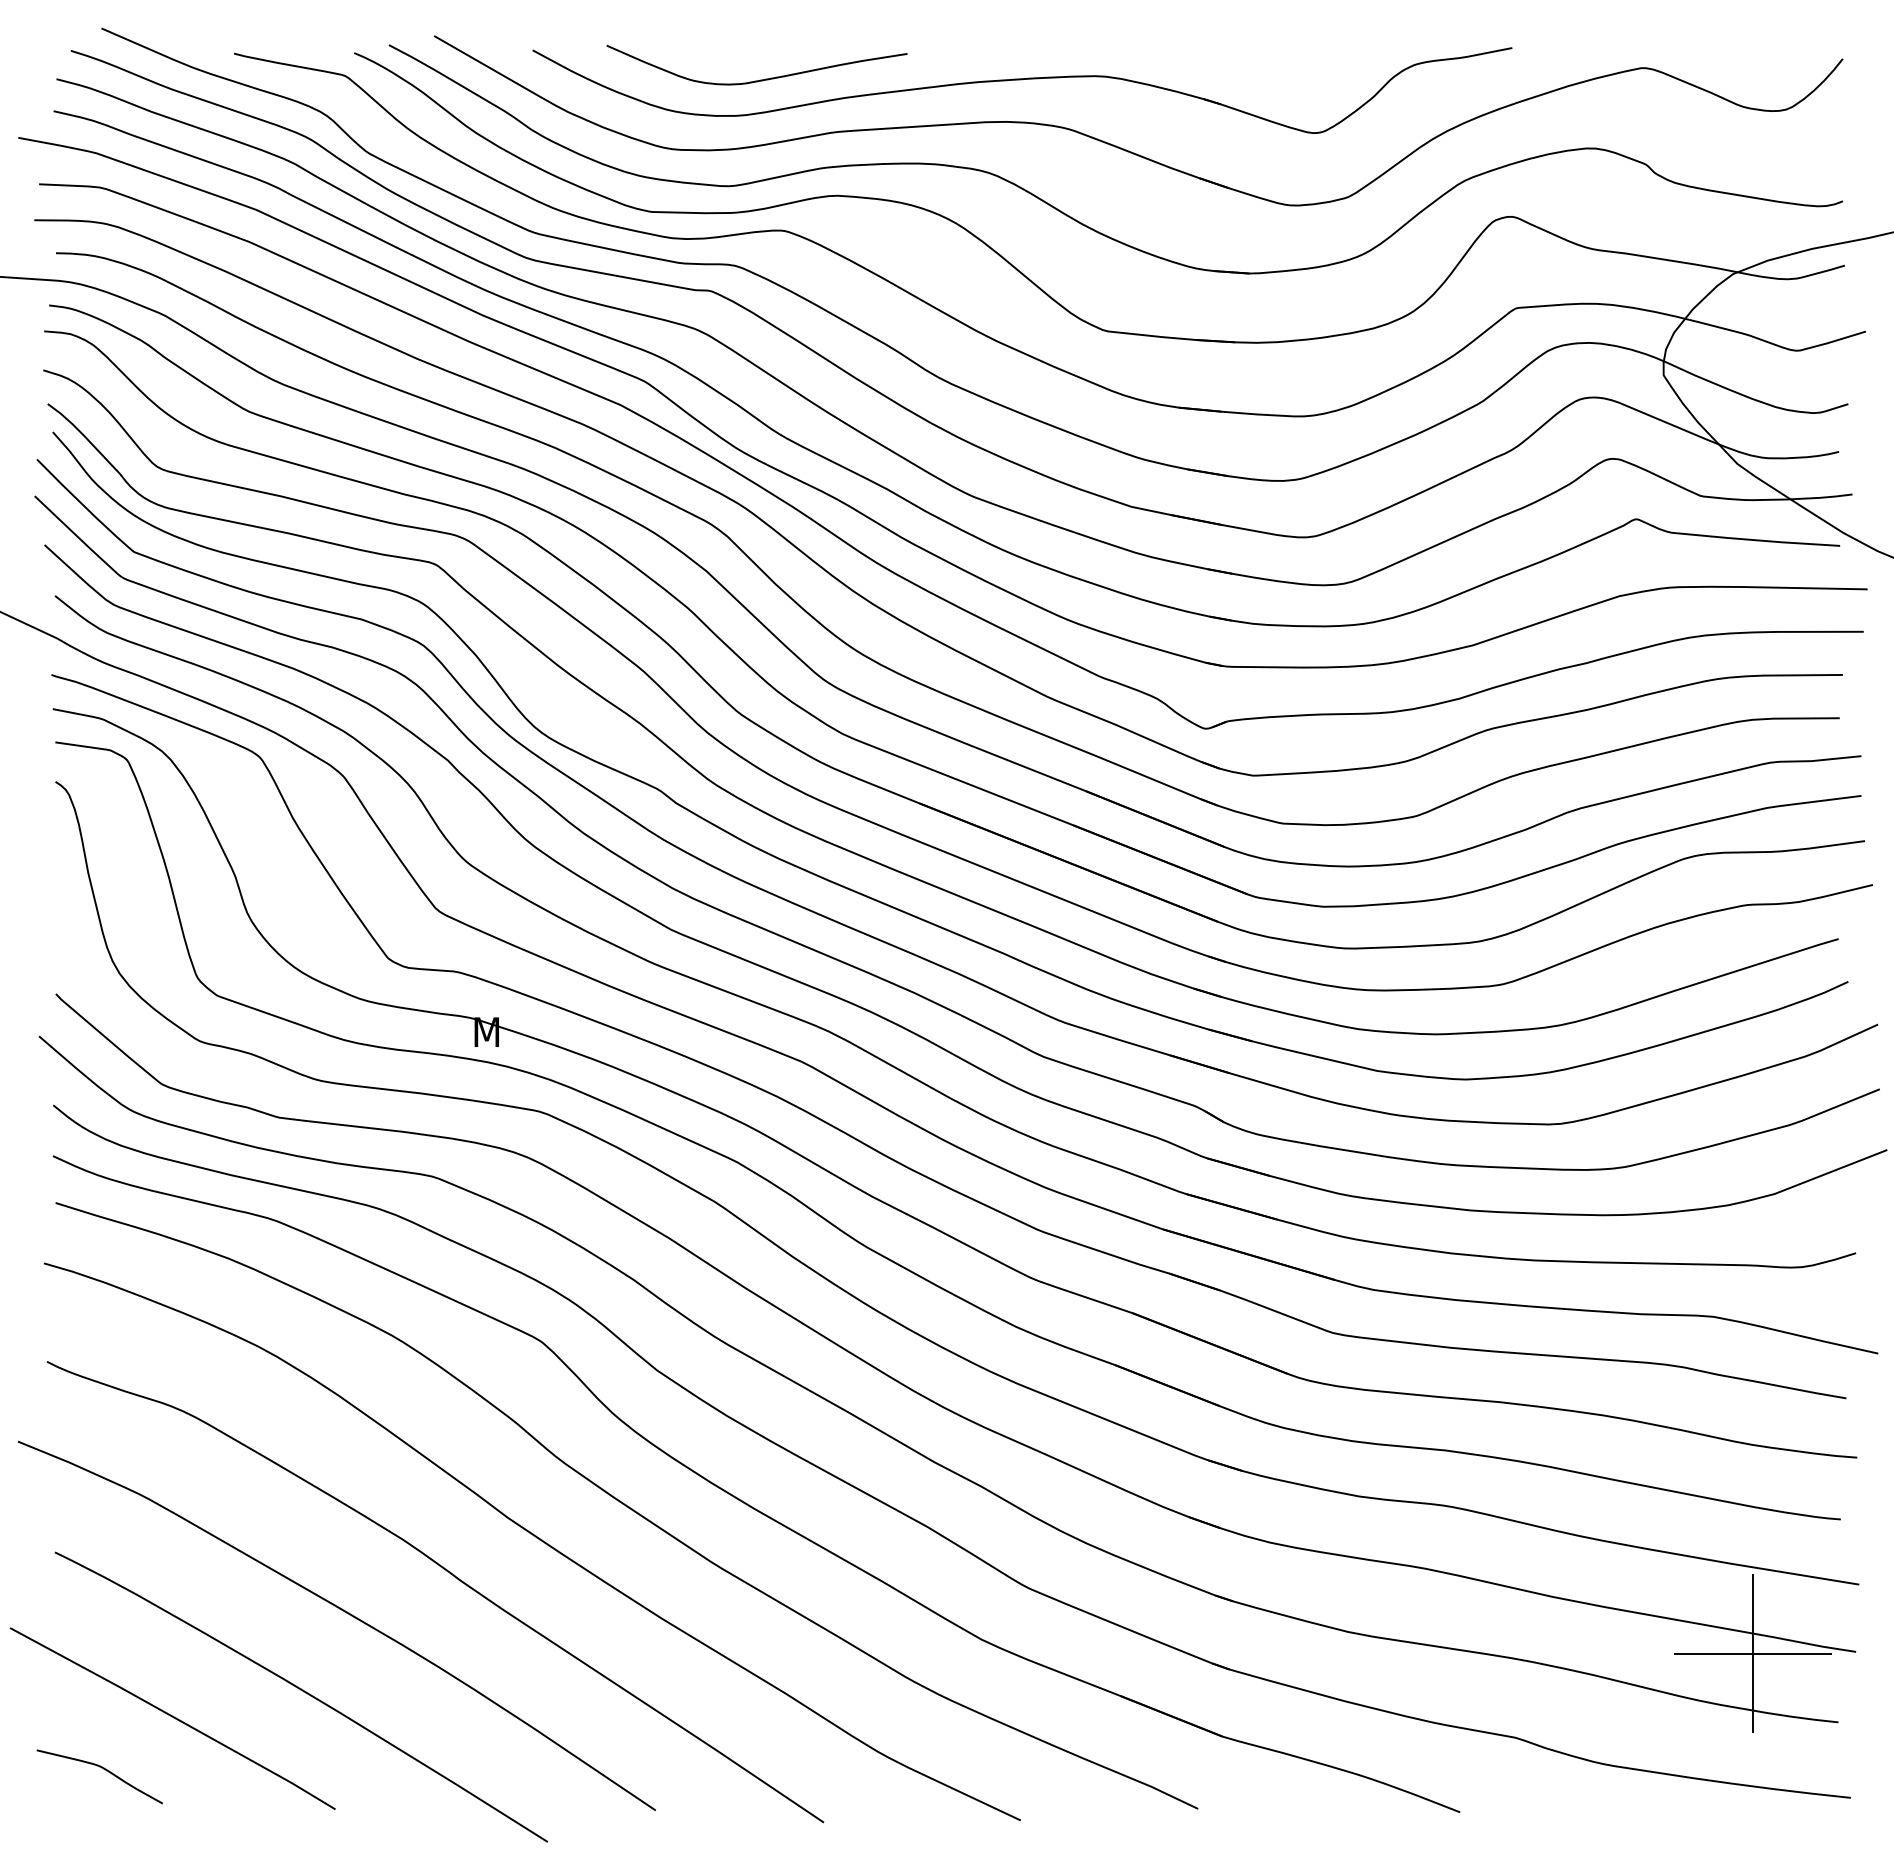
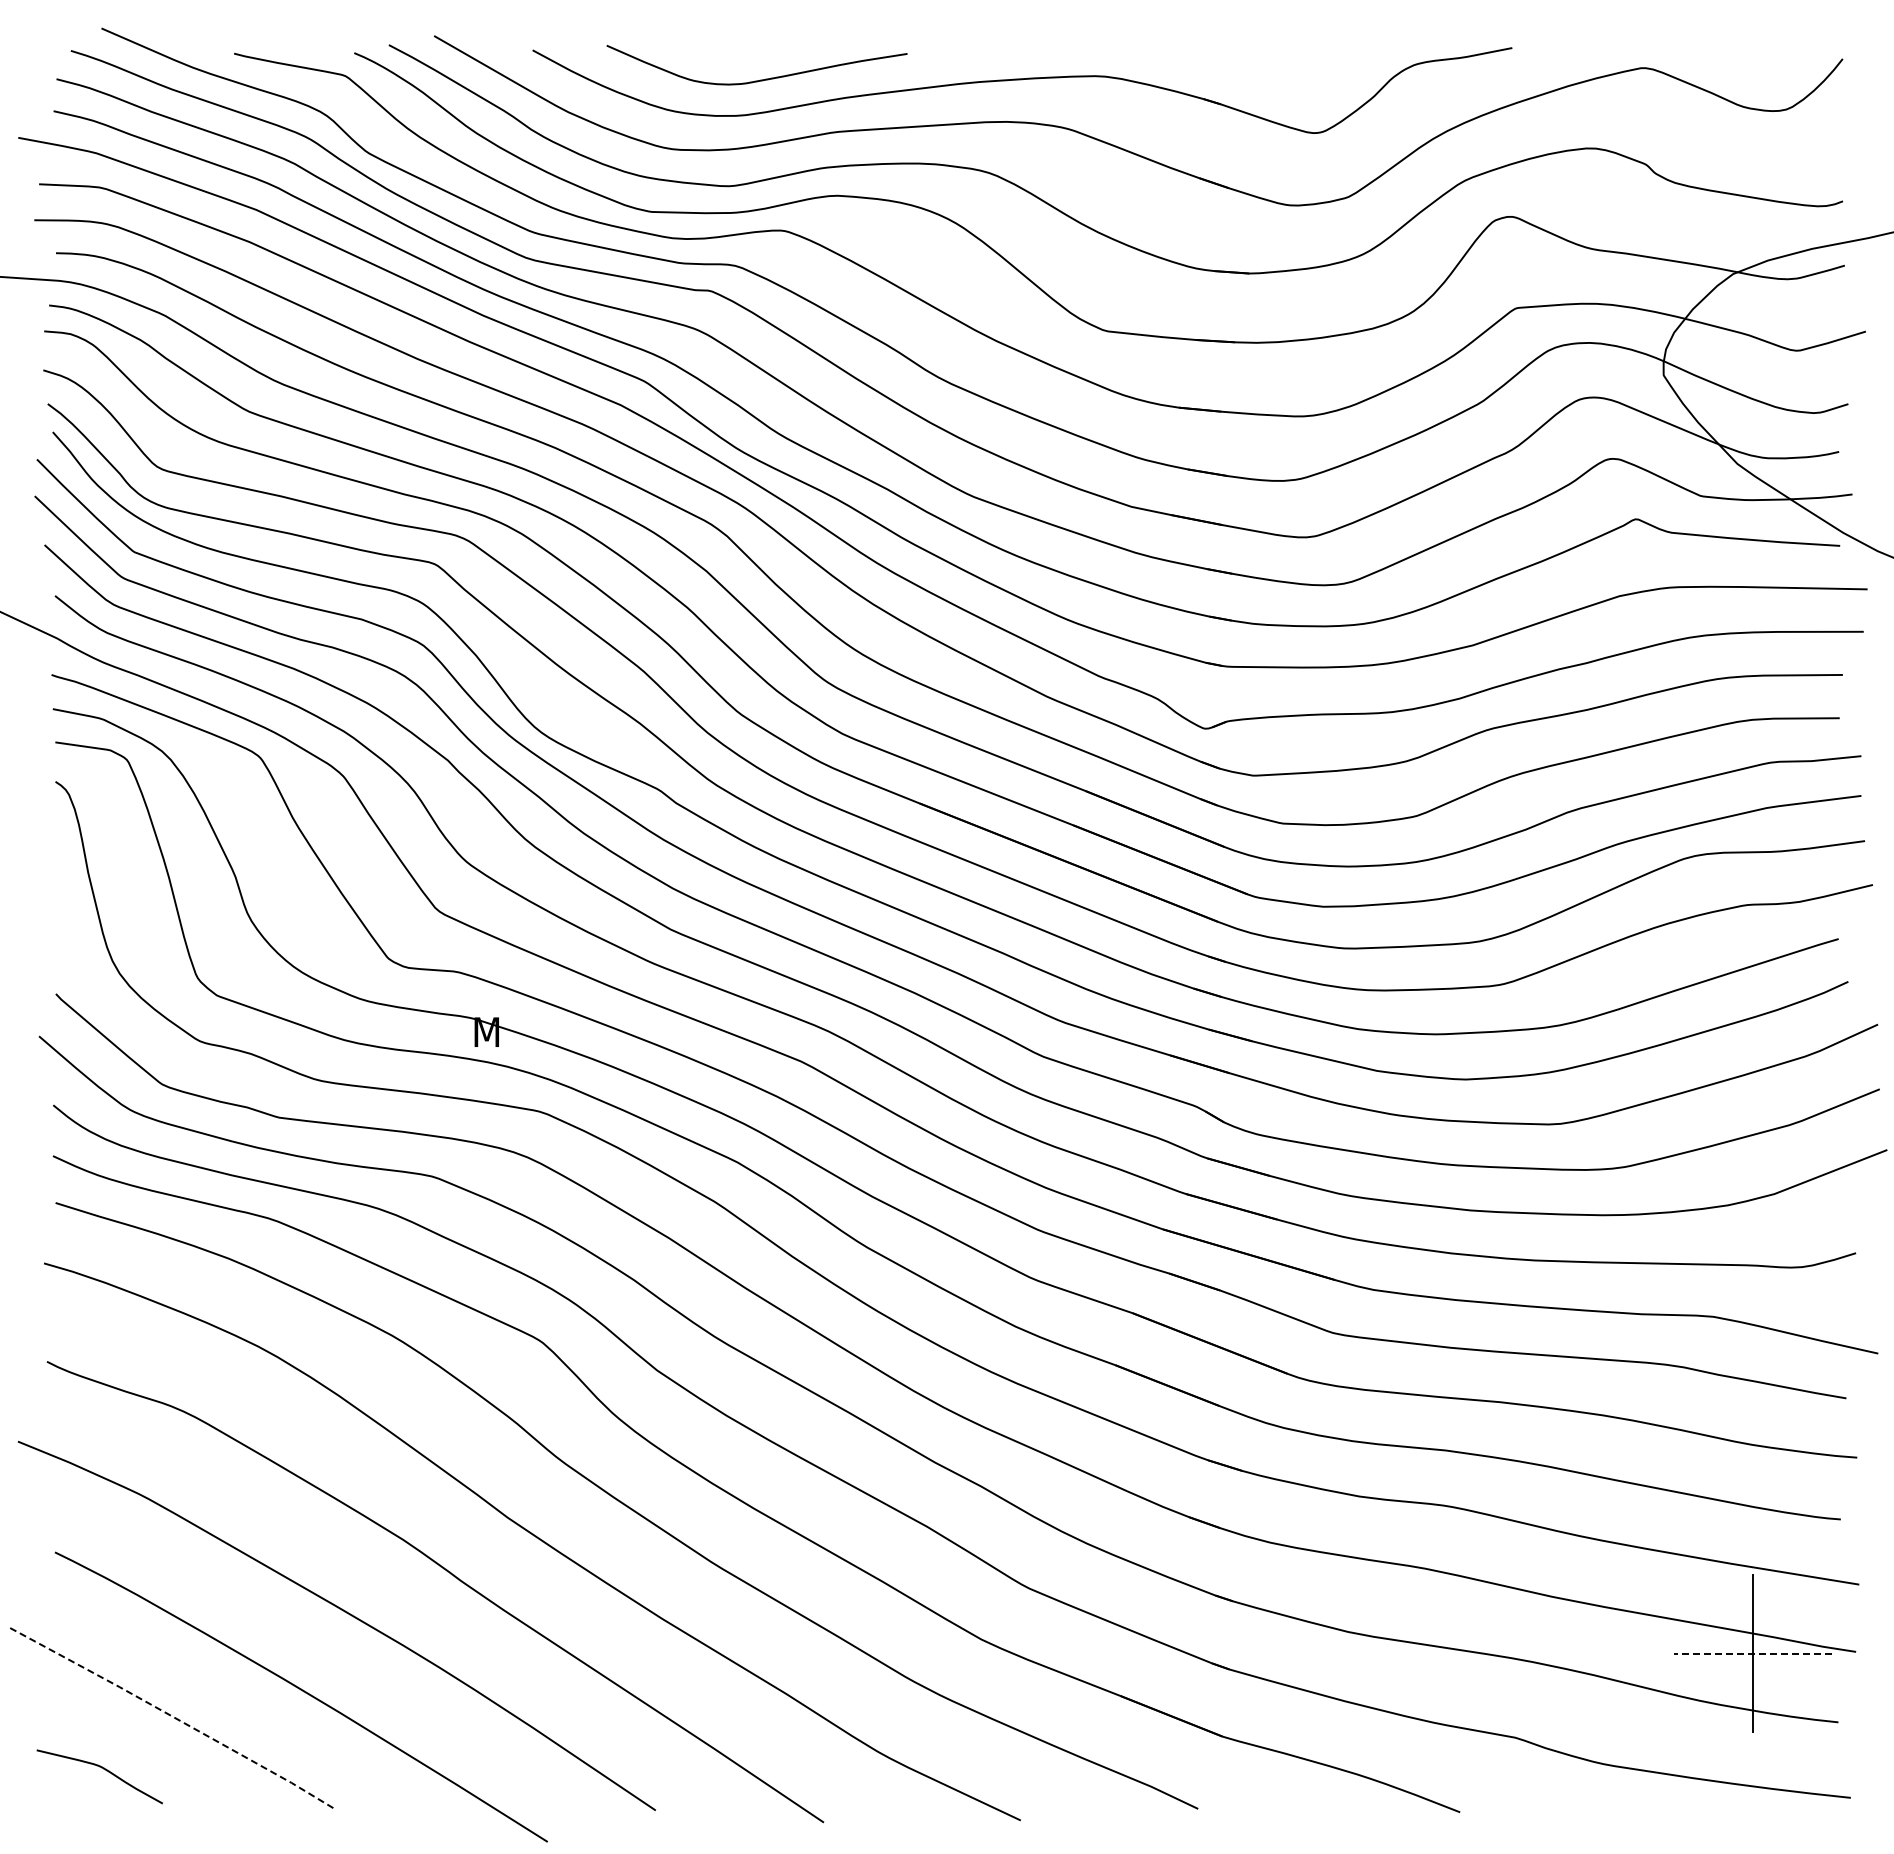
line at (1752, 1653): solid -> dashed
line at (174, 1717): solid -> dashed
